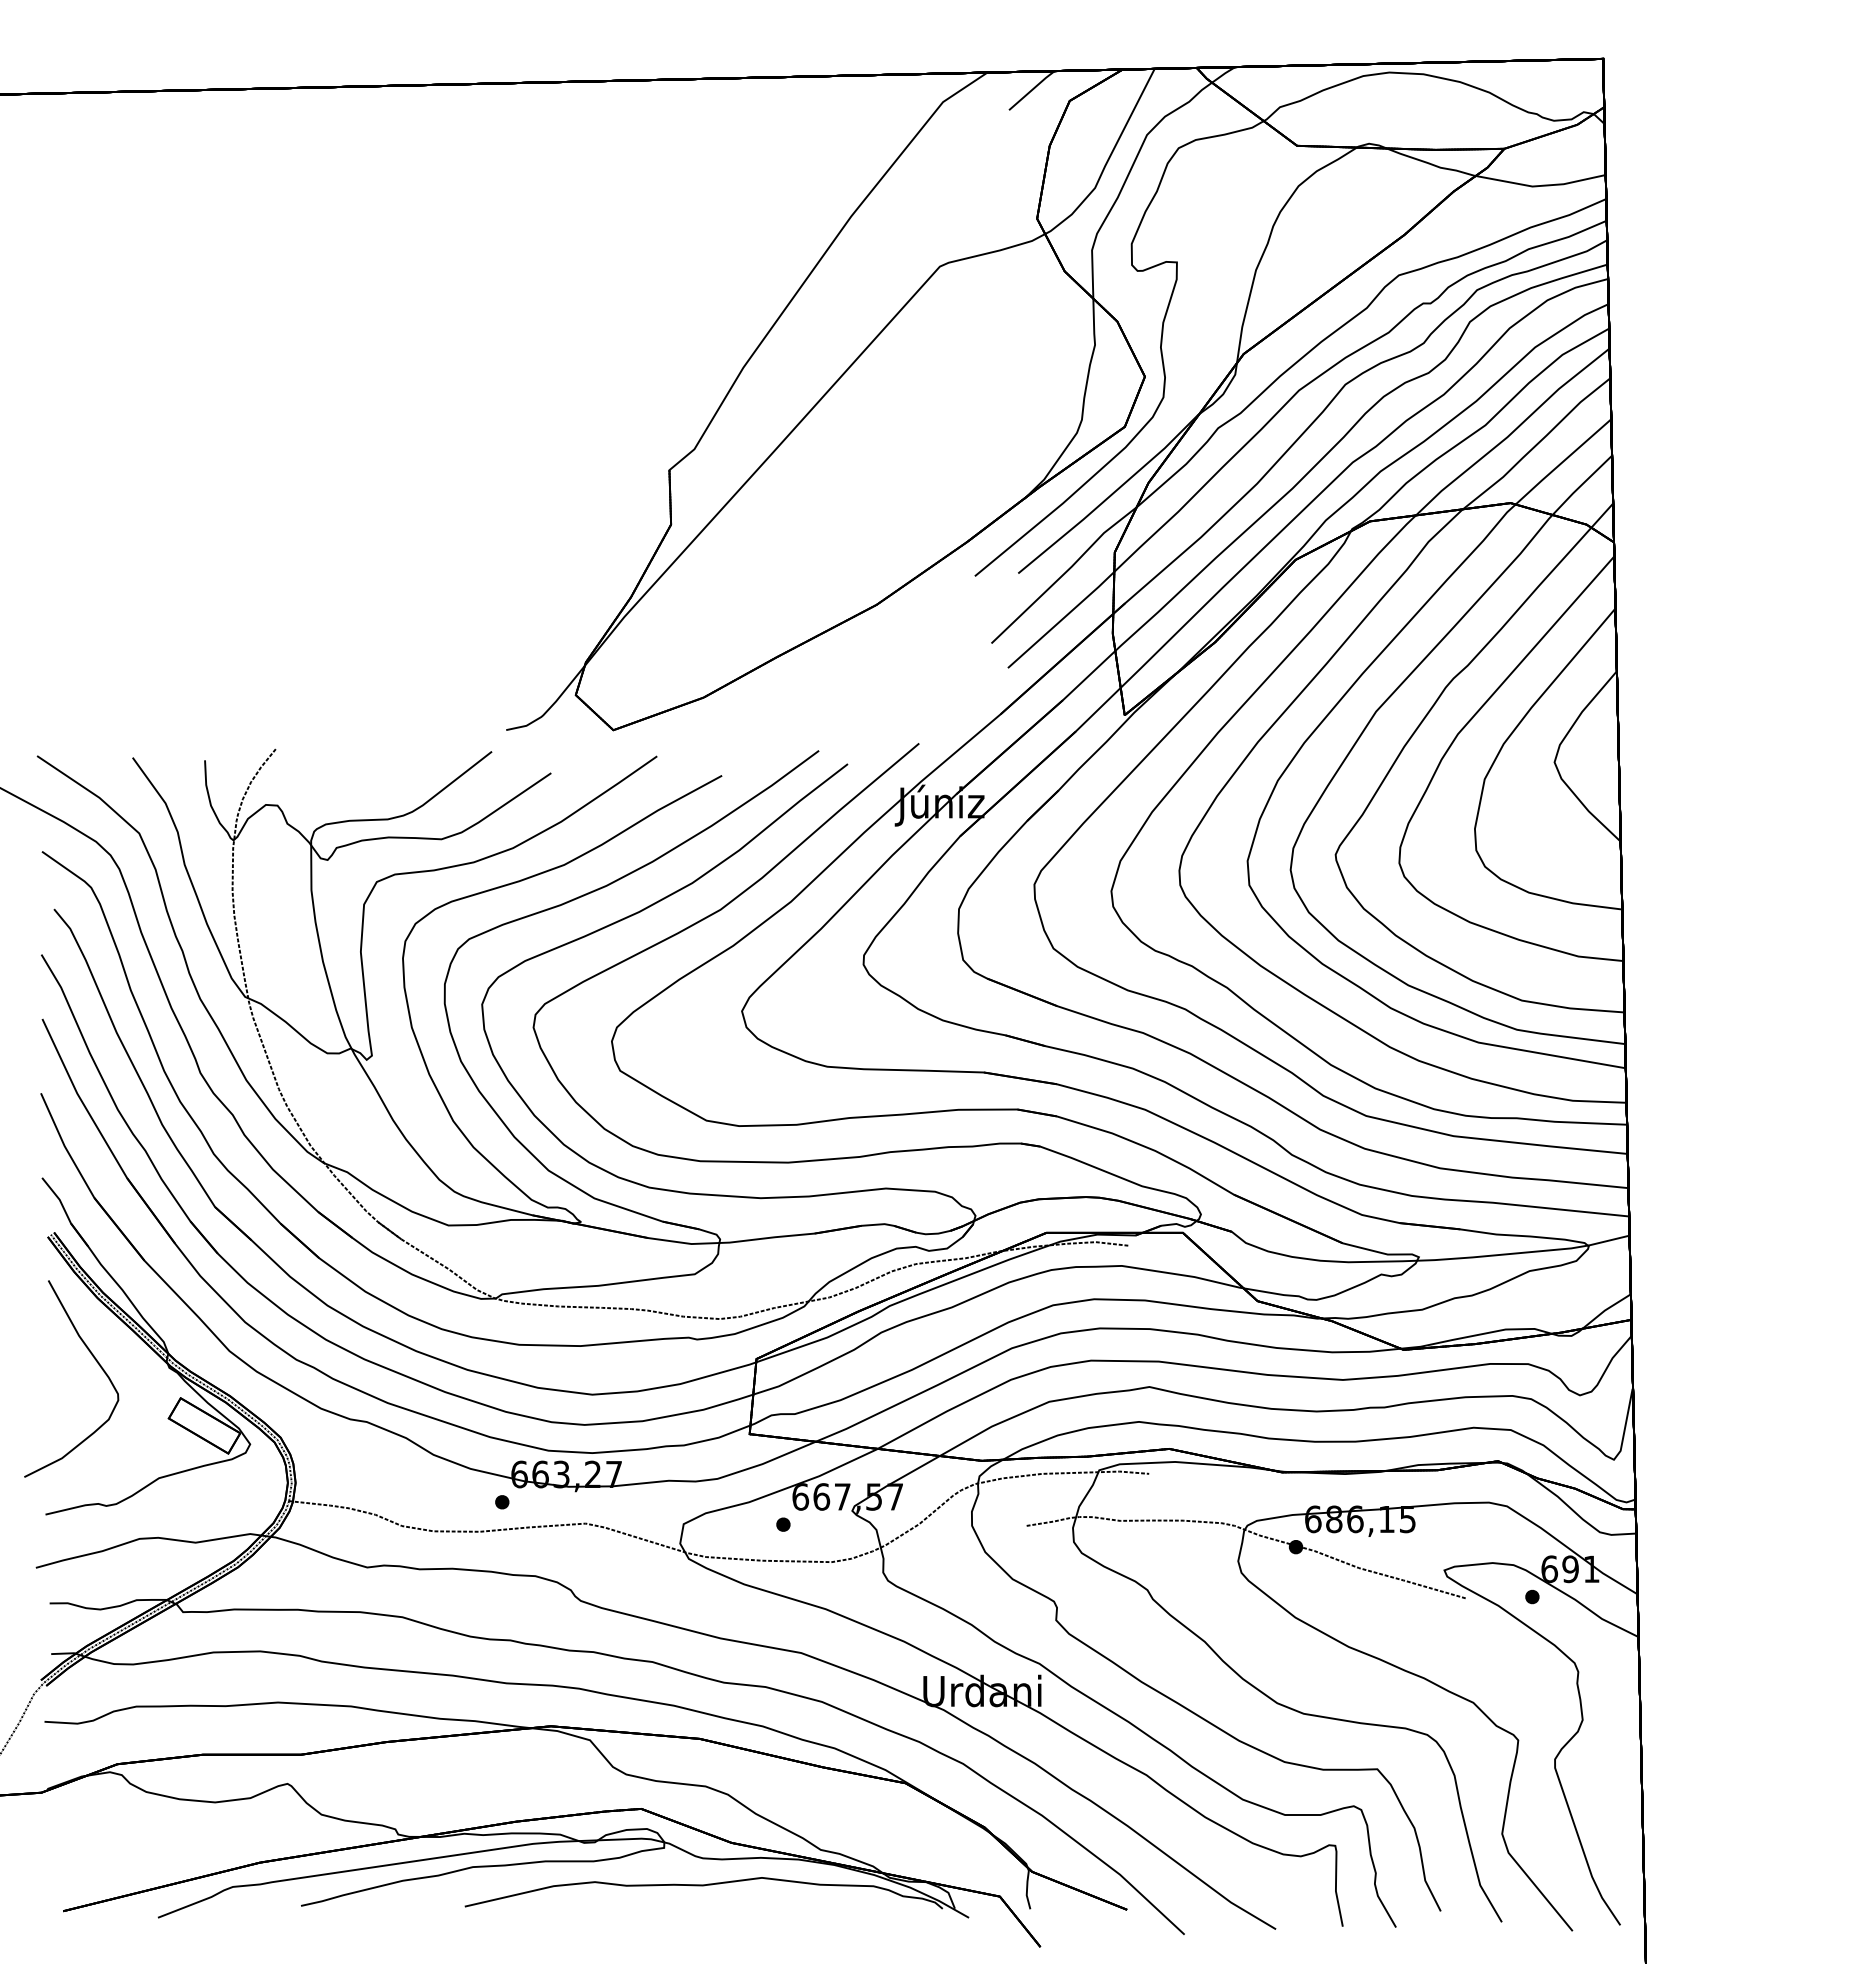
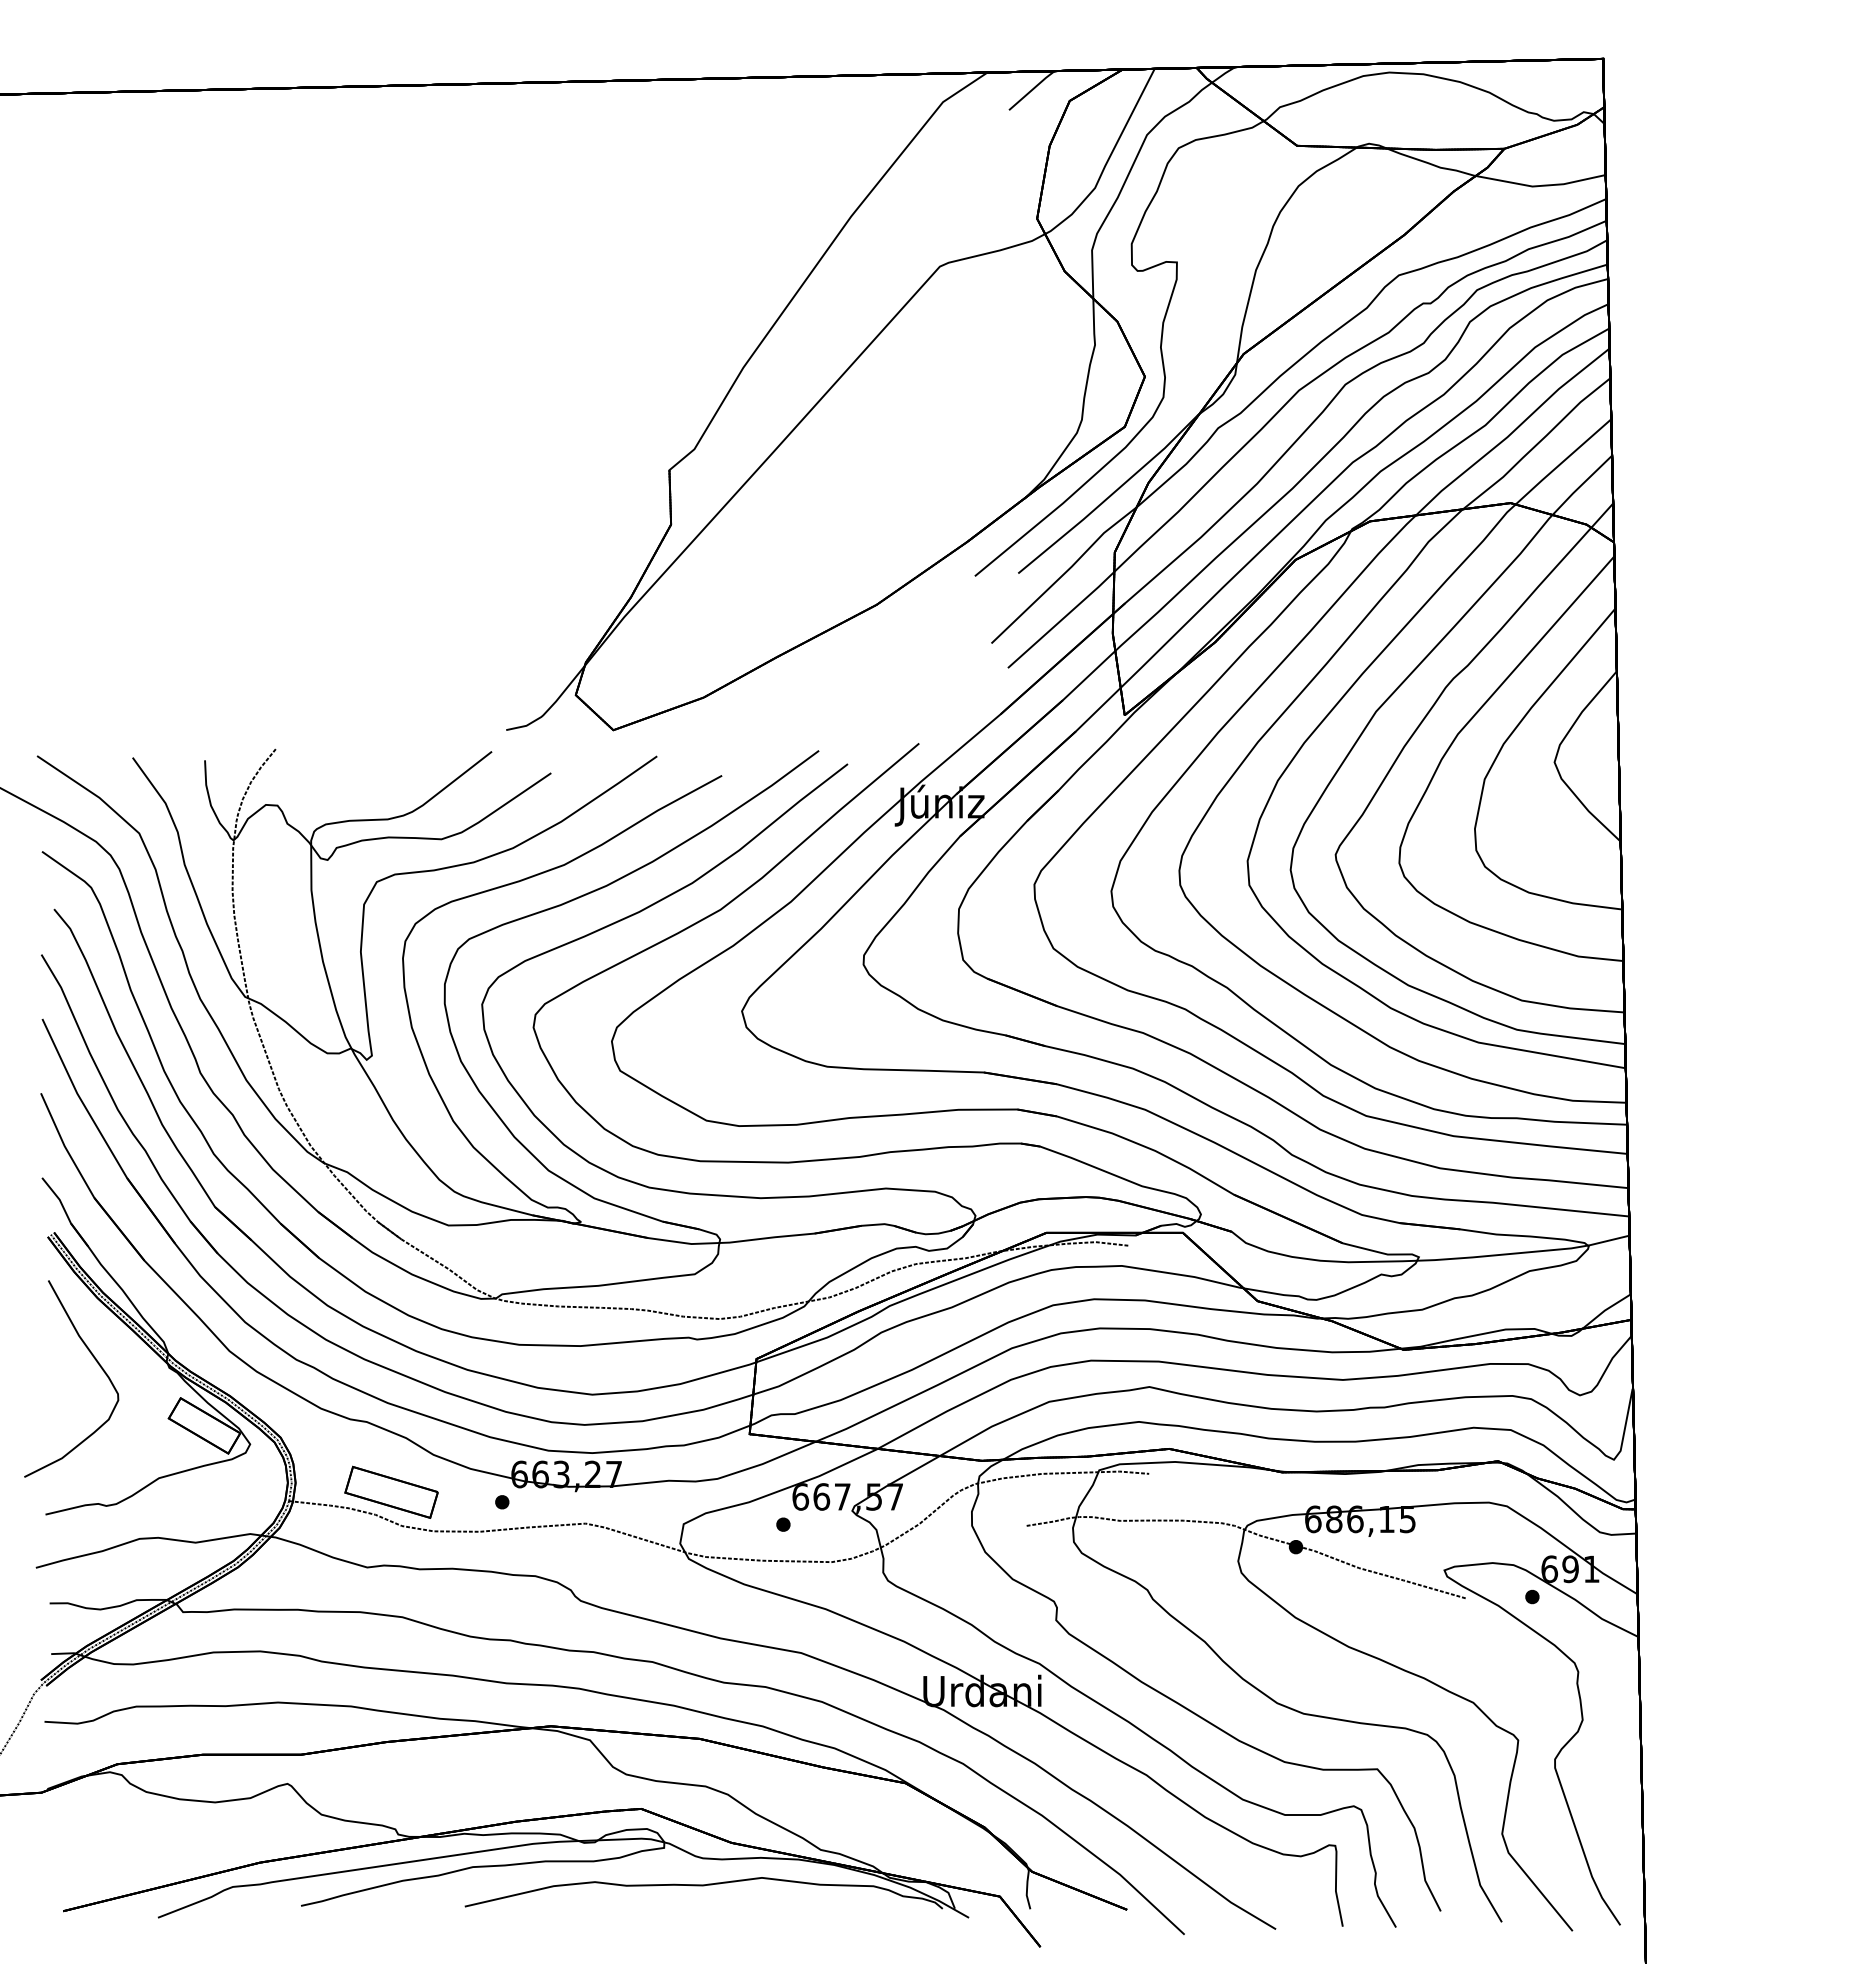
part at (391, 1491): none -> present
